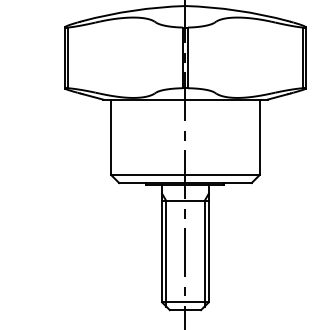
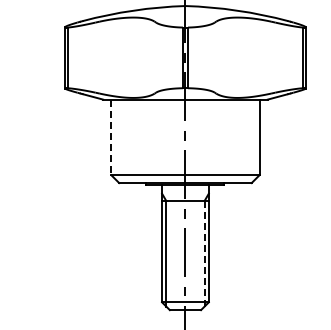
line at (111, 137): solid -> dashed
line at (204, 253): solid -> dashed
